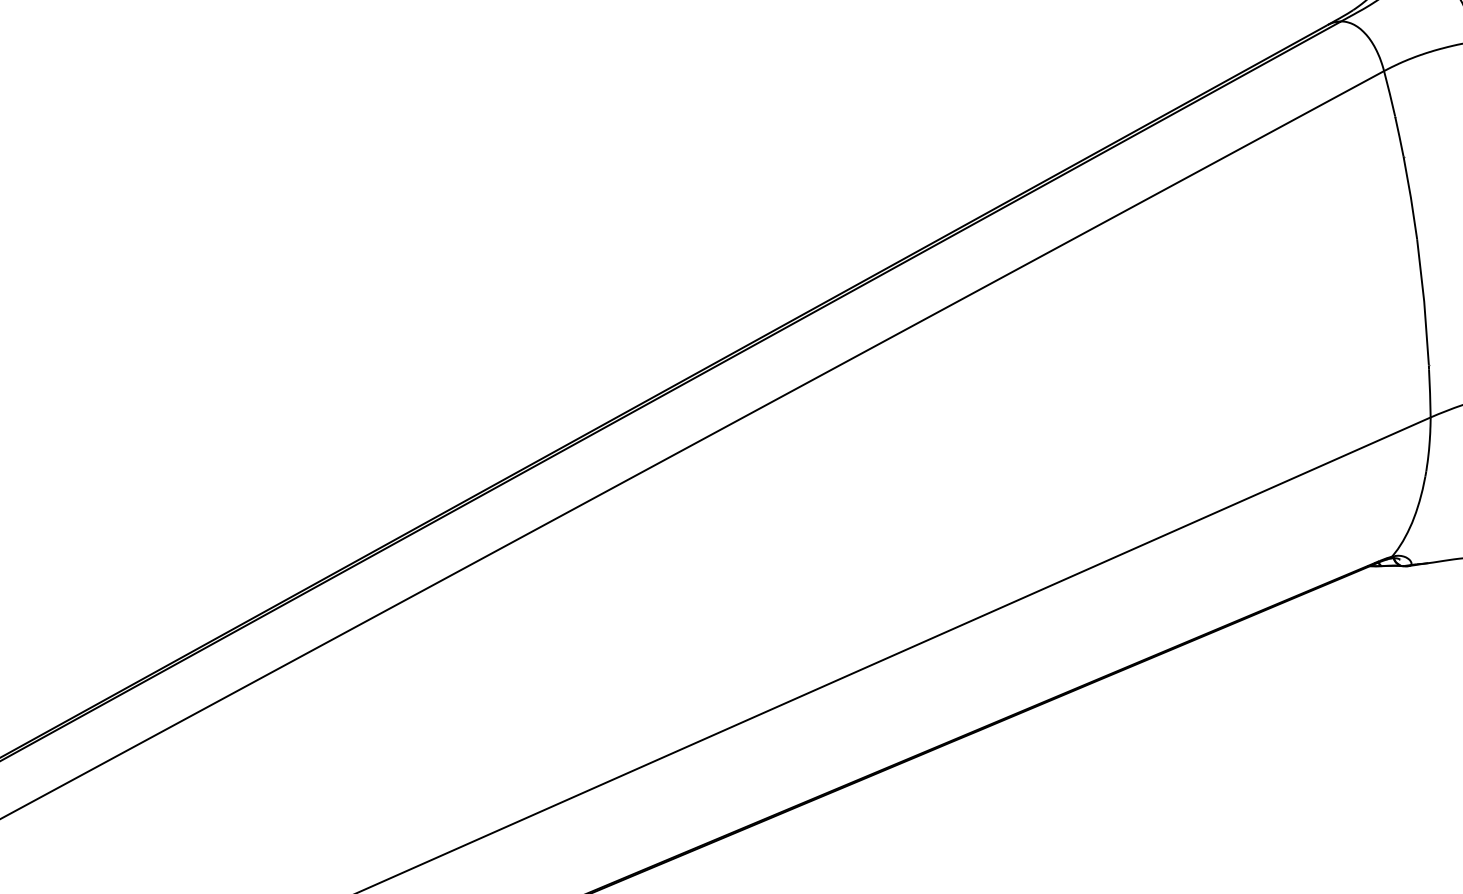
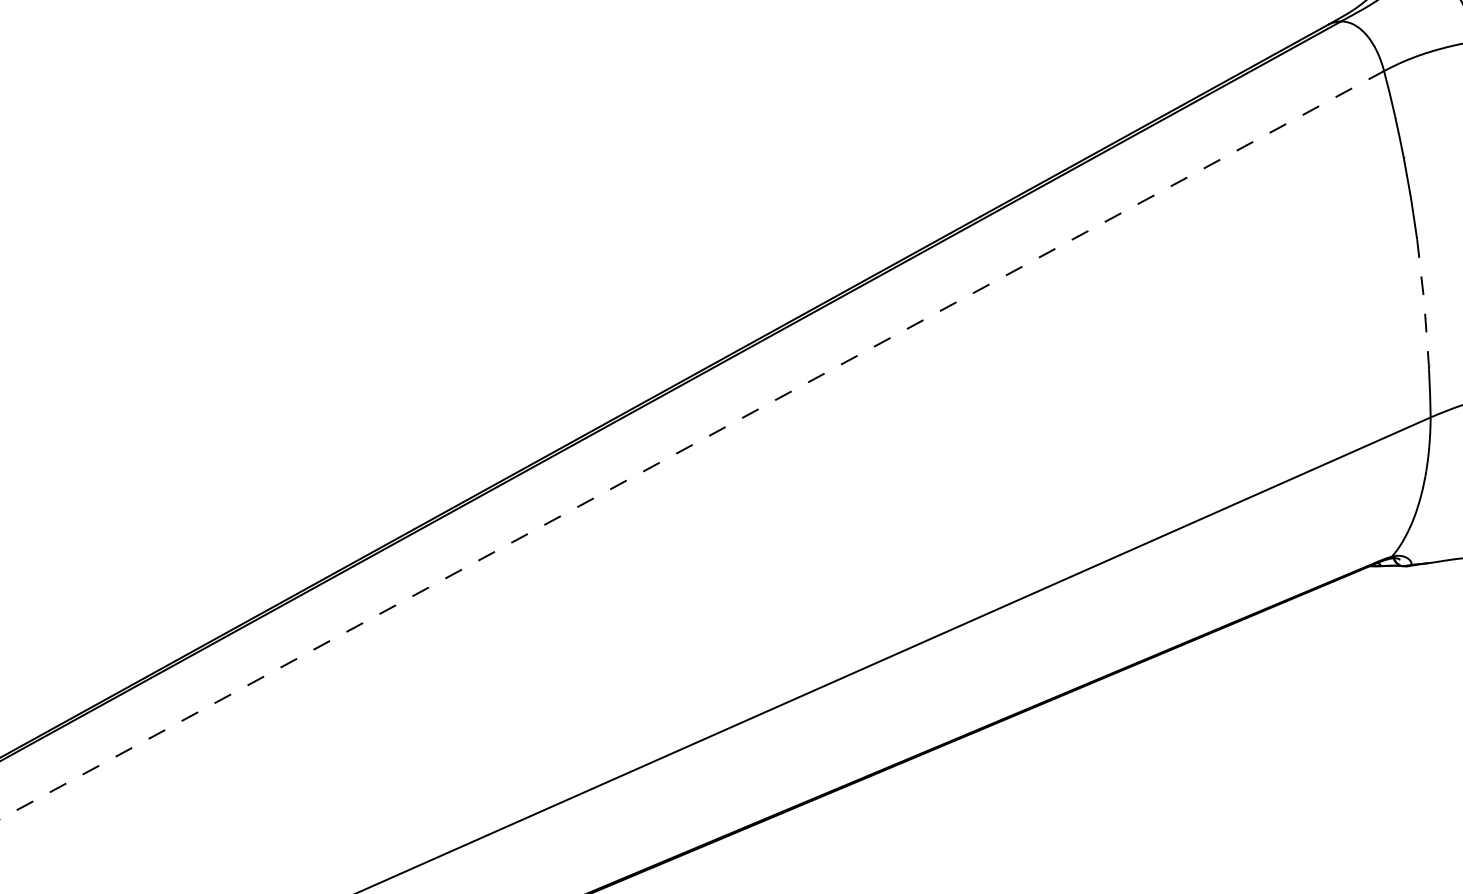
line at (1424, 301): solid -> dashed
line at (691, 445): solid -> dashed
